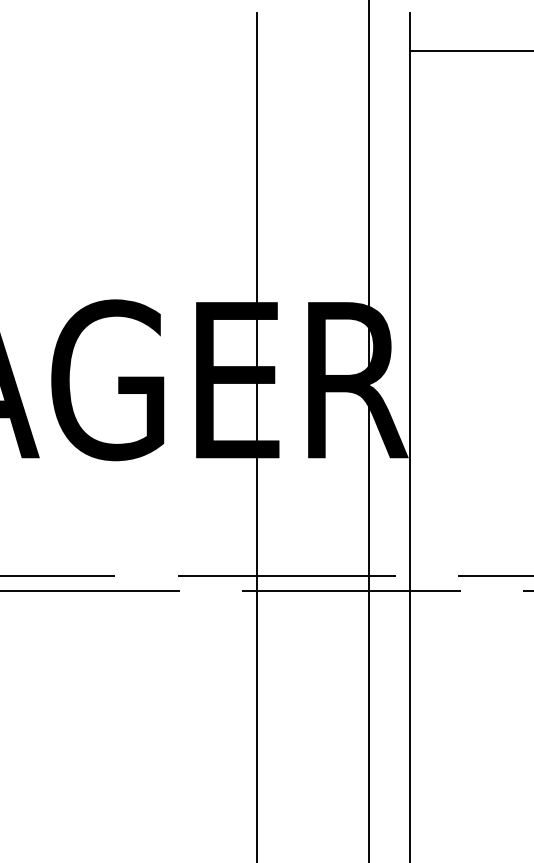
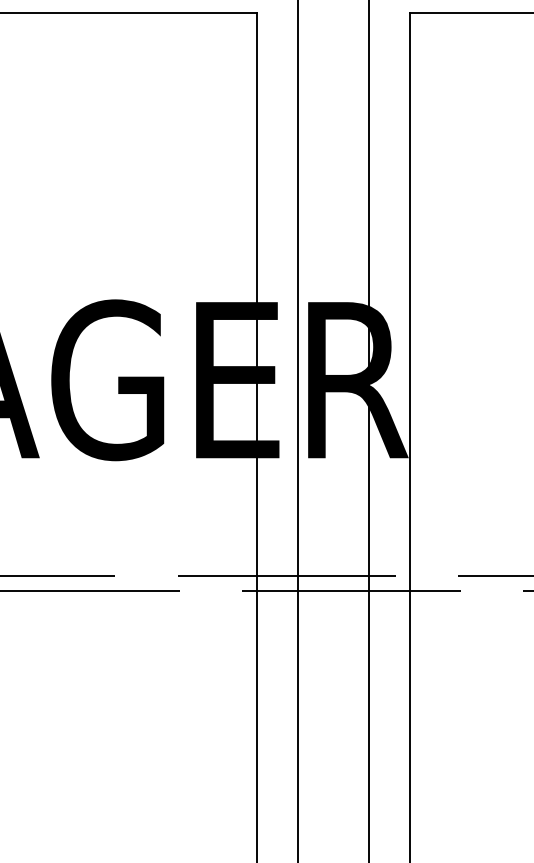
line at (129, 12): none -> present
line at (470, 50) position: (470, 50) -> (470, 12)
line at (297, 430): none -> present
